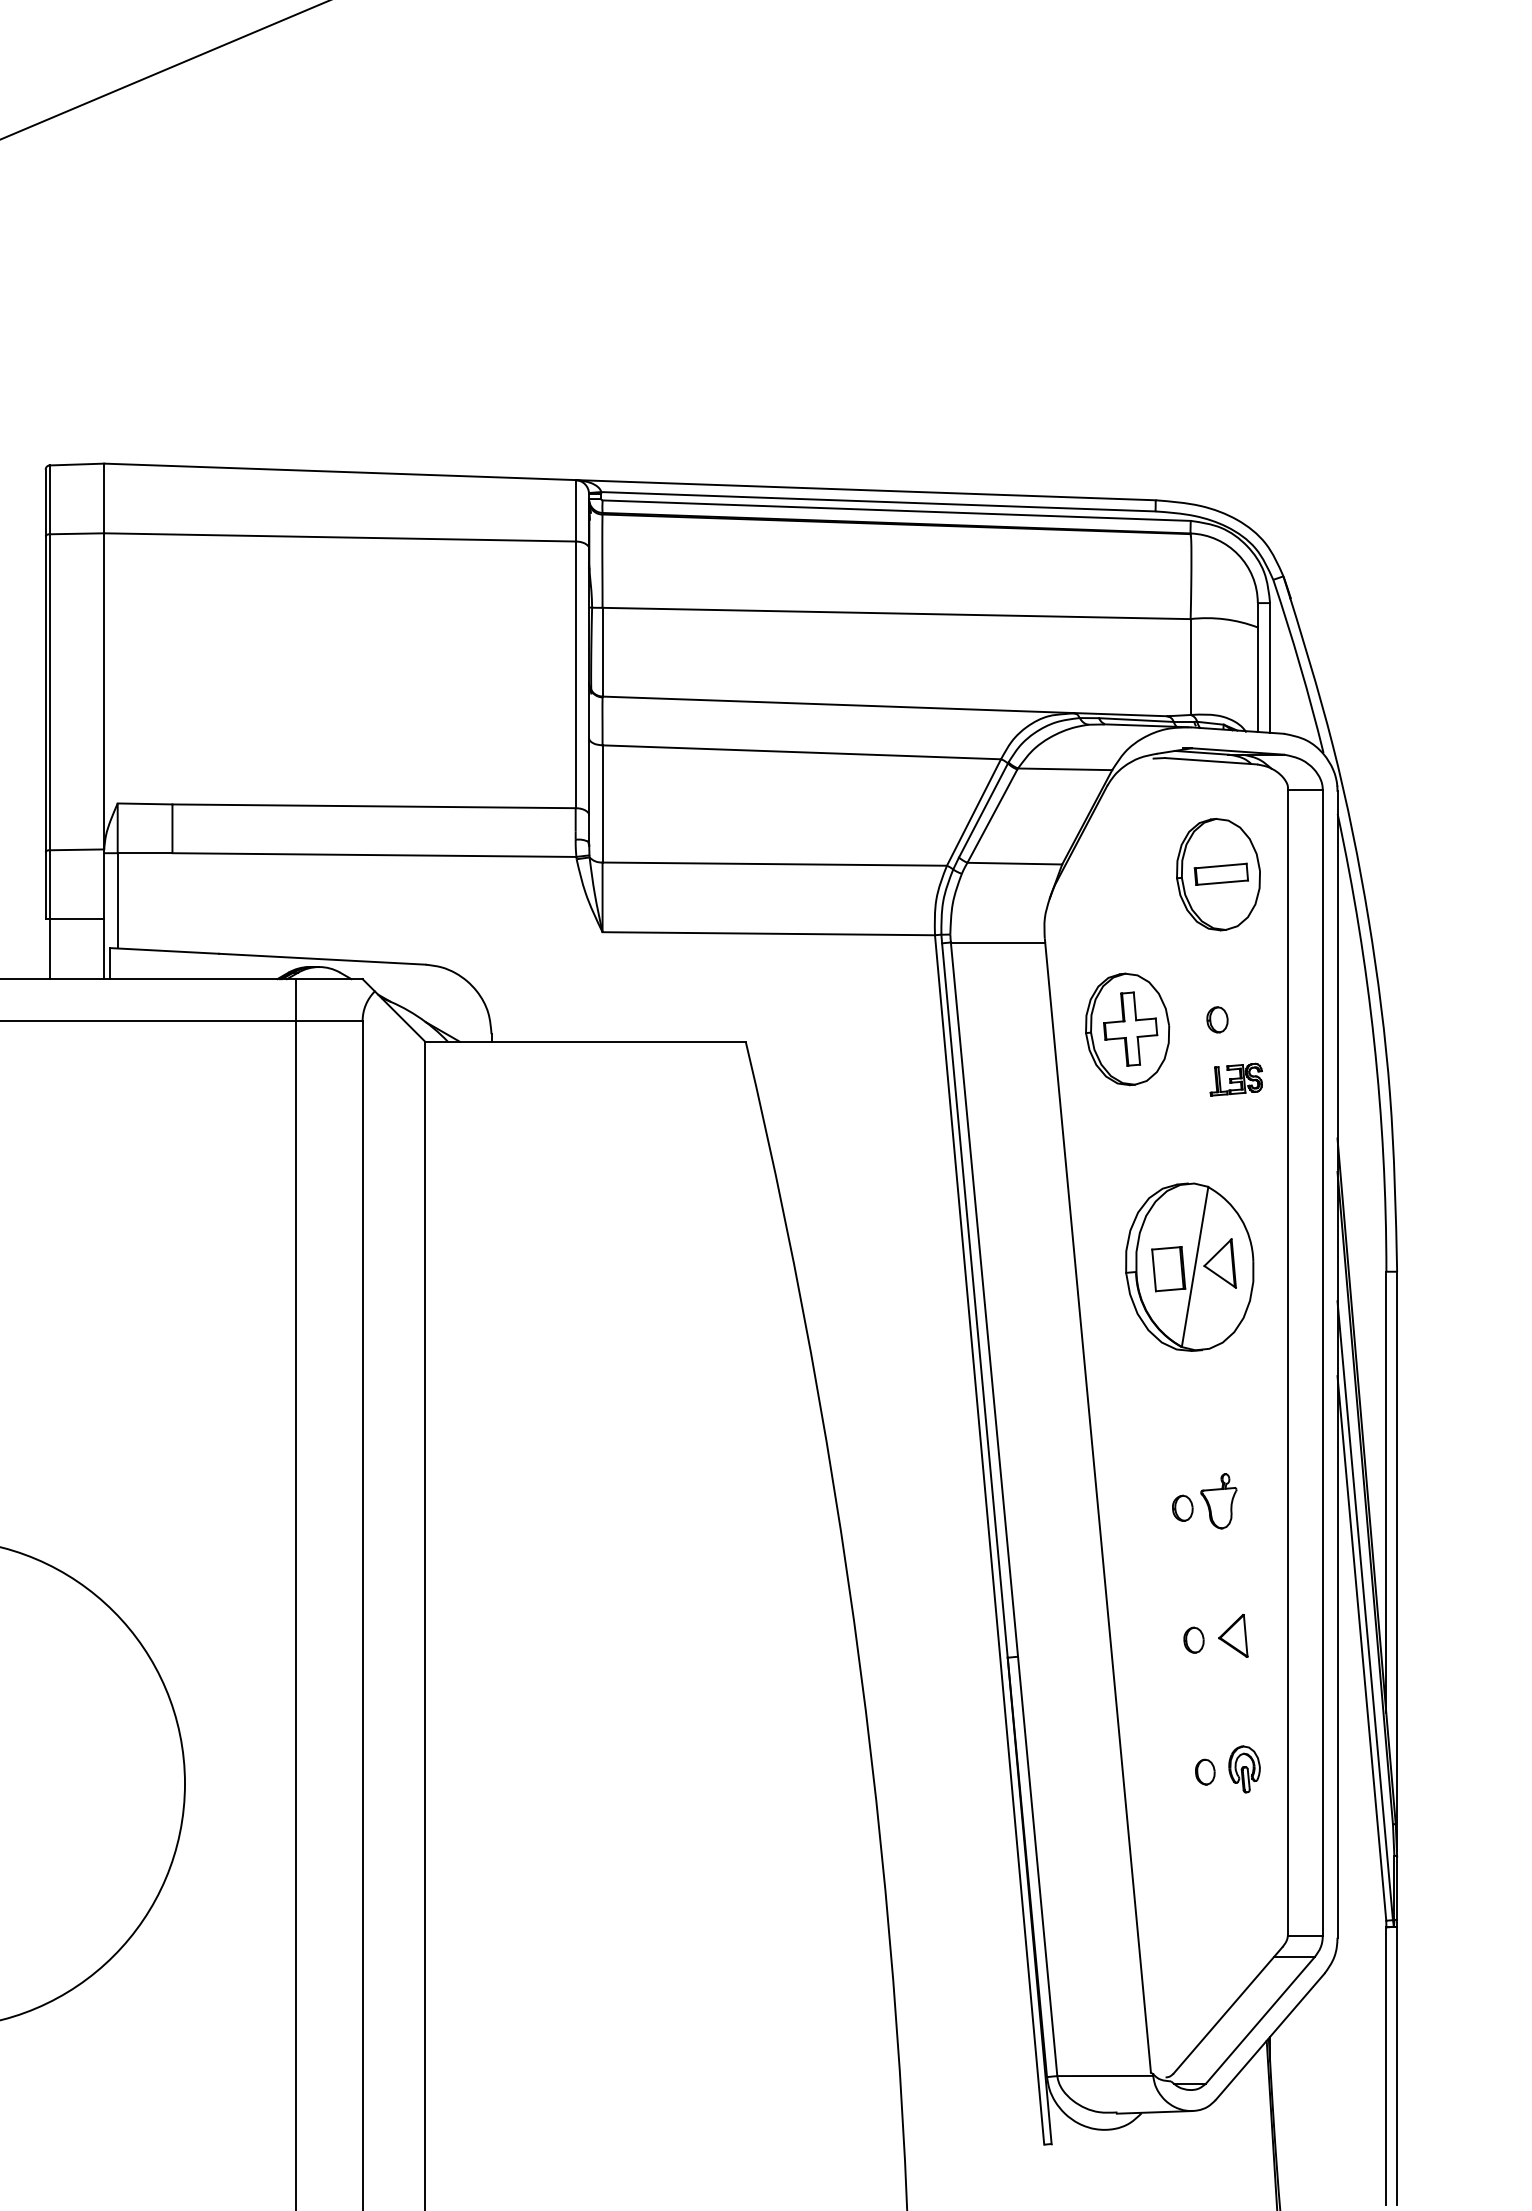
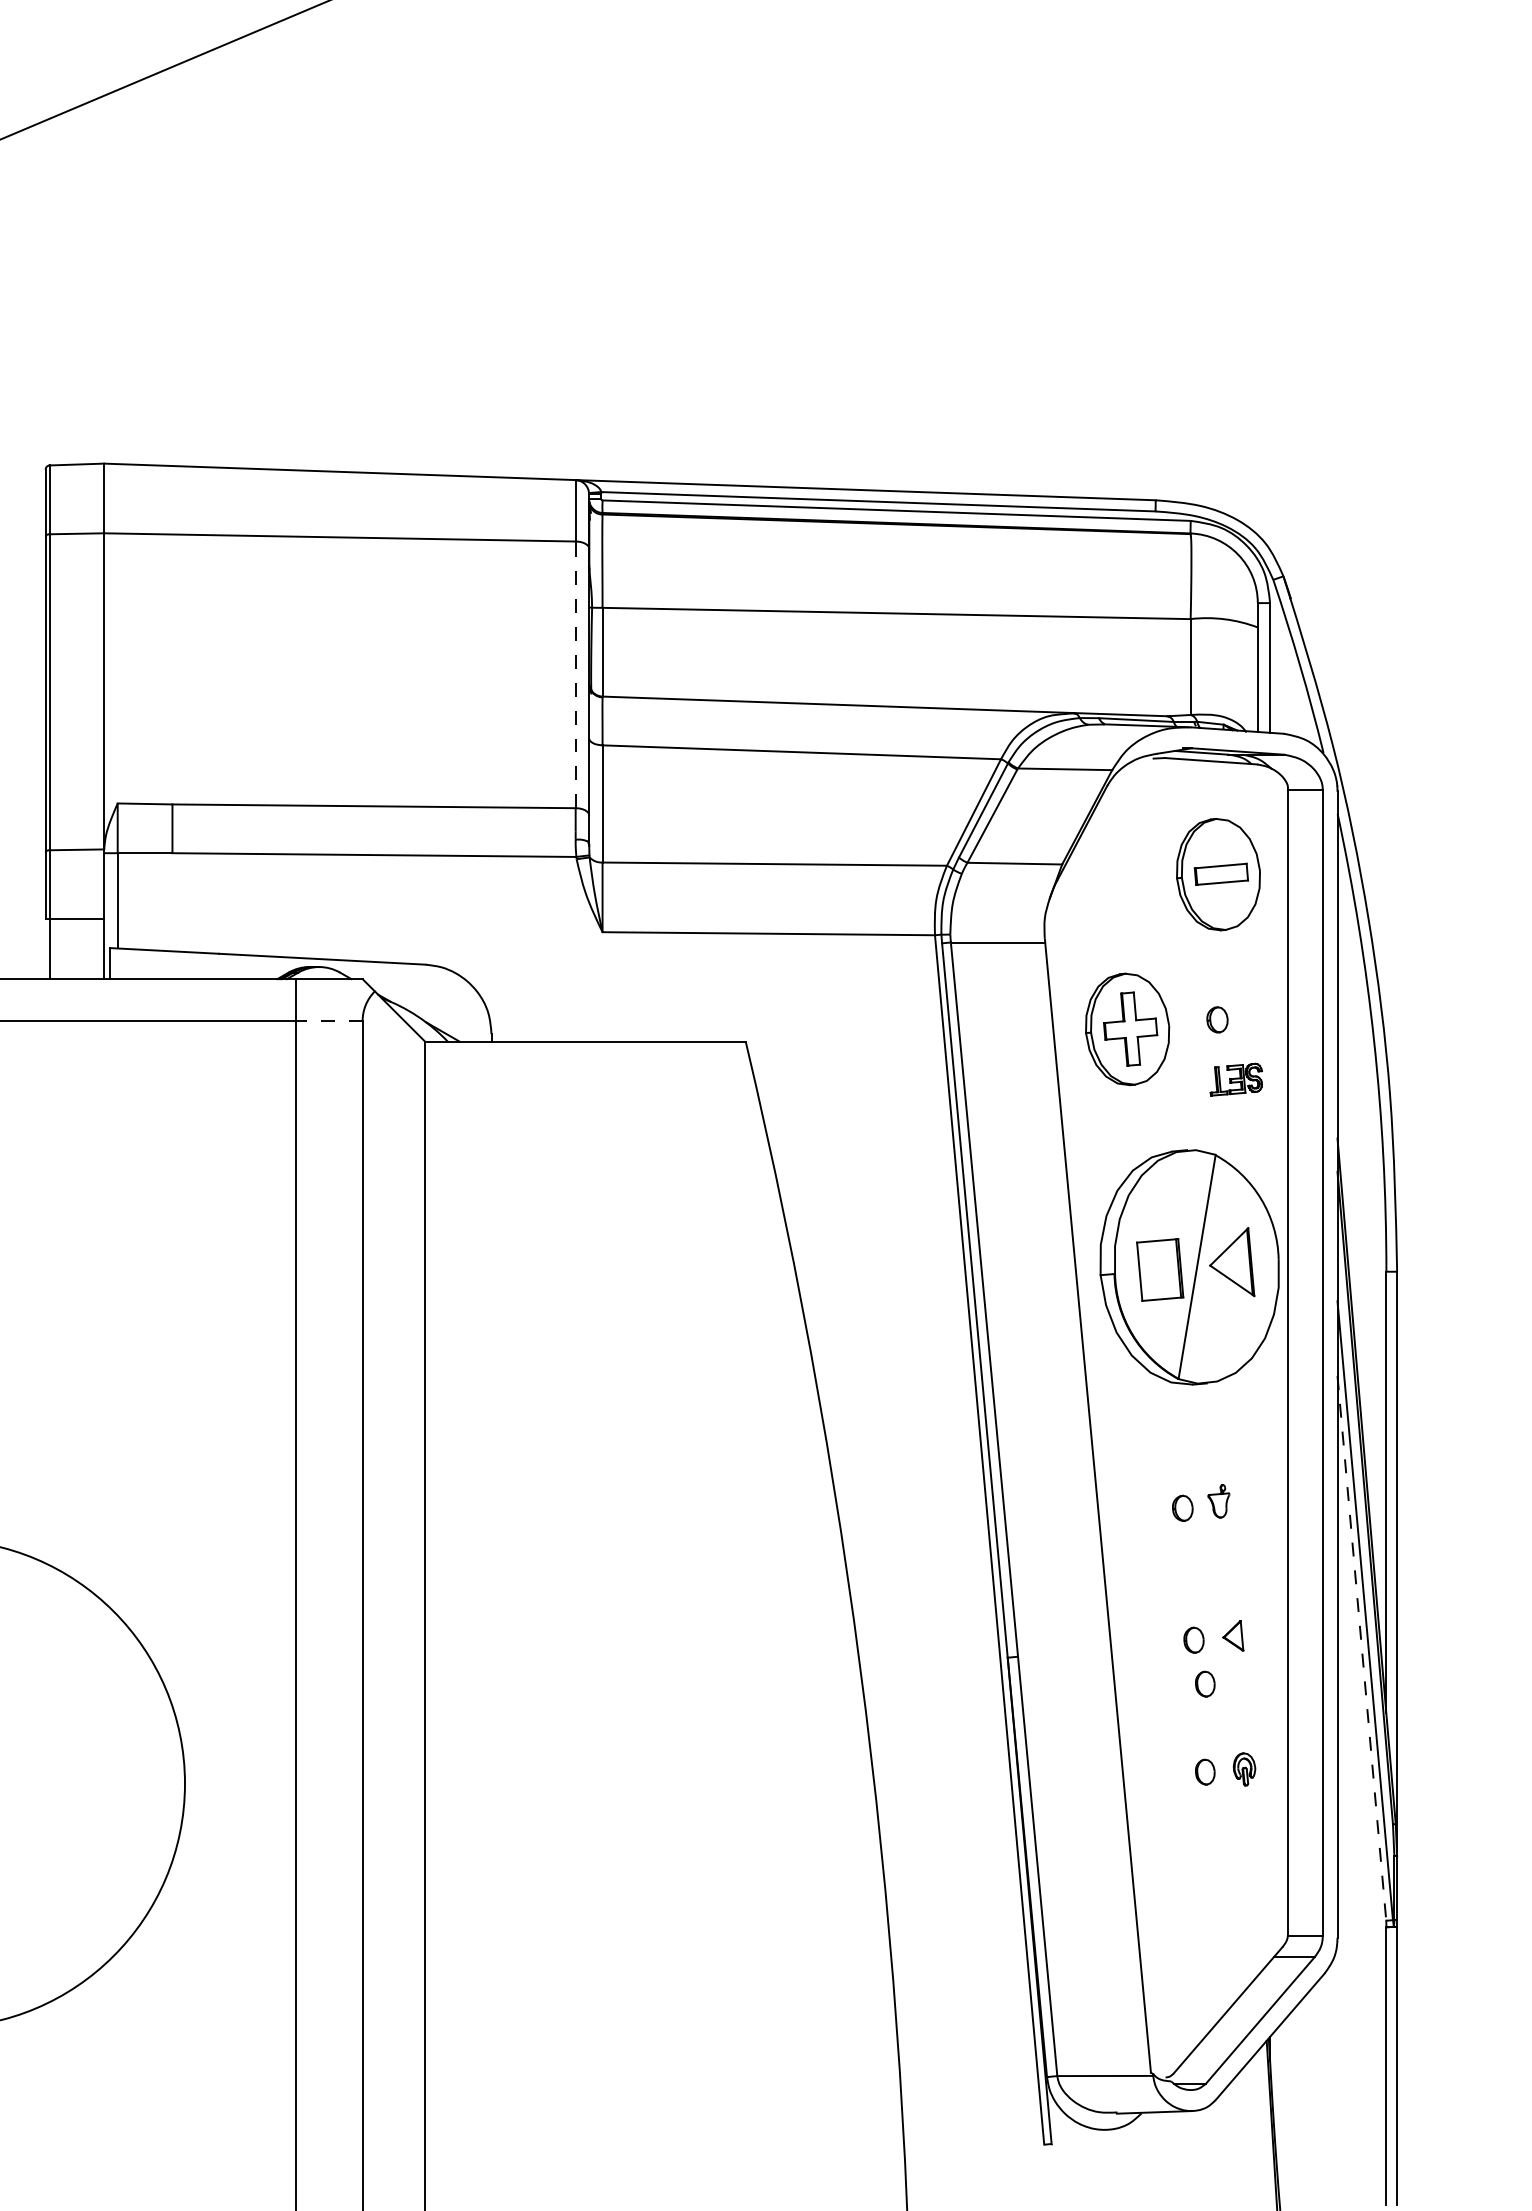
line at (575, 674): solid -> dashed
line at (329, 1020): solid -> dashed
part at (1189, 1266) size: 130x170 px -> 181x237 px
part at (1218, 1501) size: 38x57 px -> 24x35 px
part at (1233, 1635) size: 31x44 px -> 23x32 px
line at (1361, 1648): solid -> dashed
part at (1205, 1683): none -> present
part at (1244, 1769) size: 33x49 px -> 25x35 px
